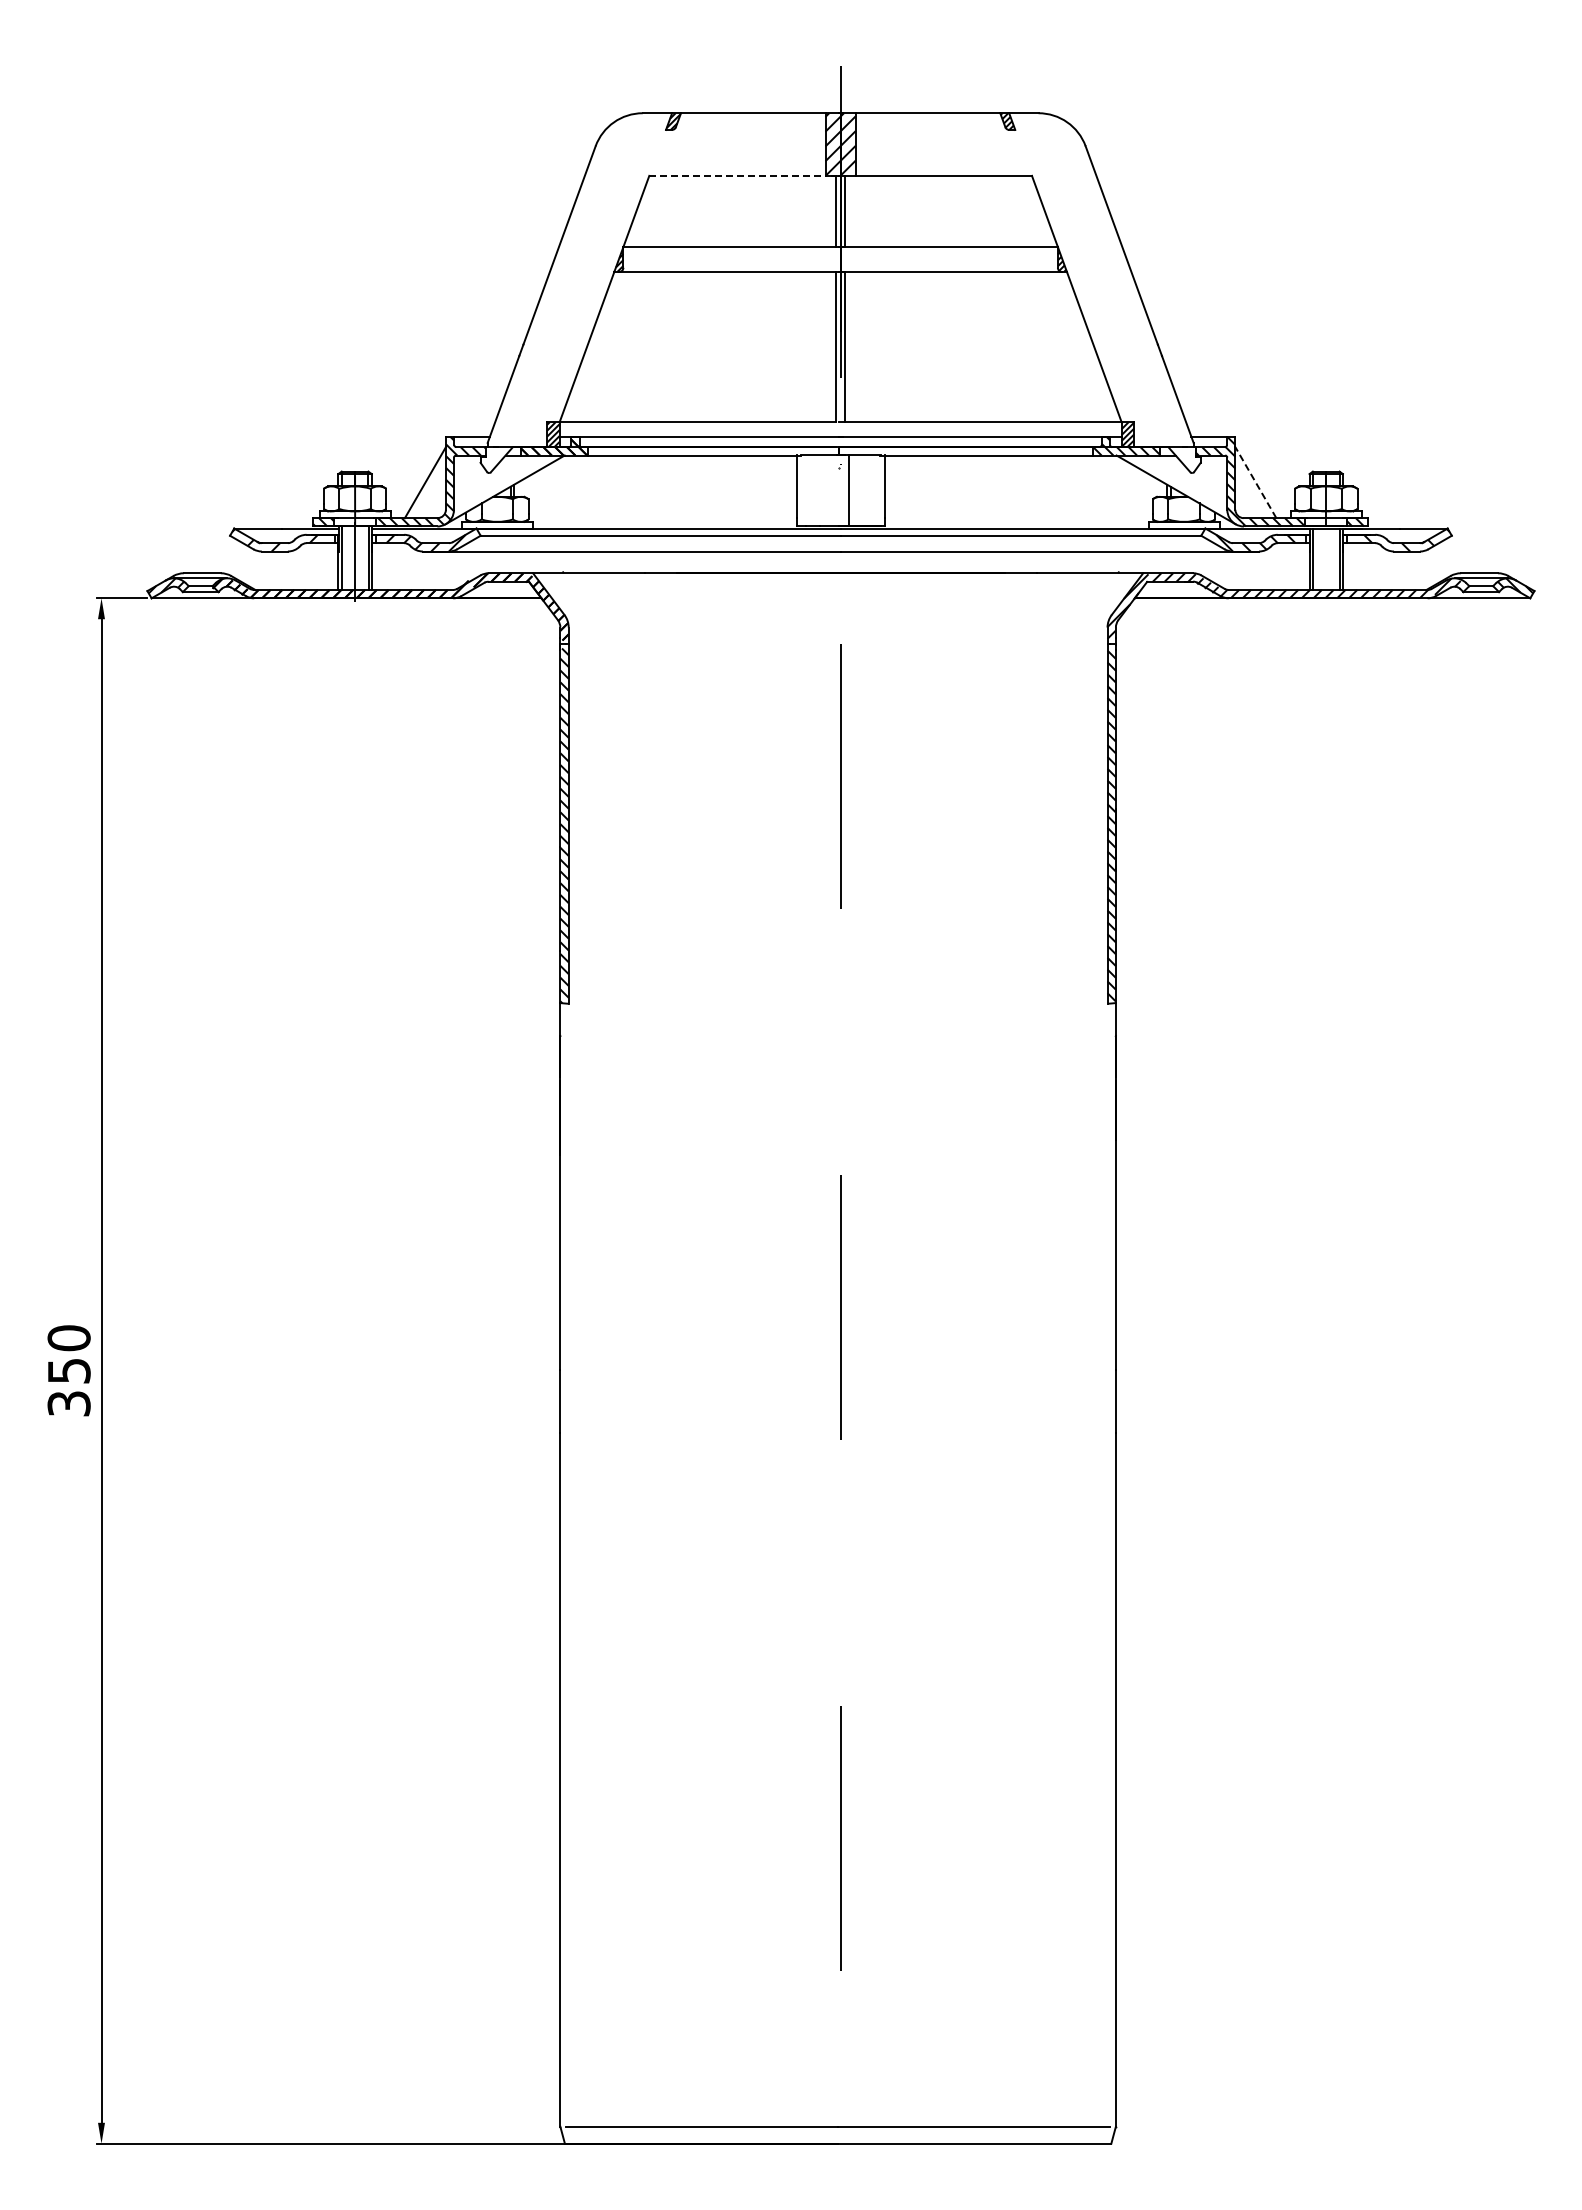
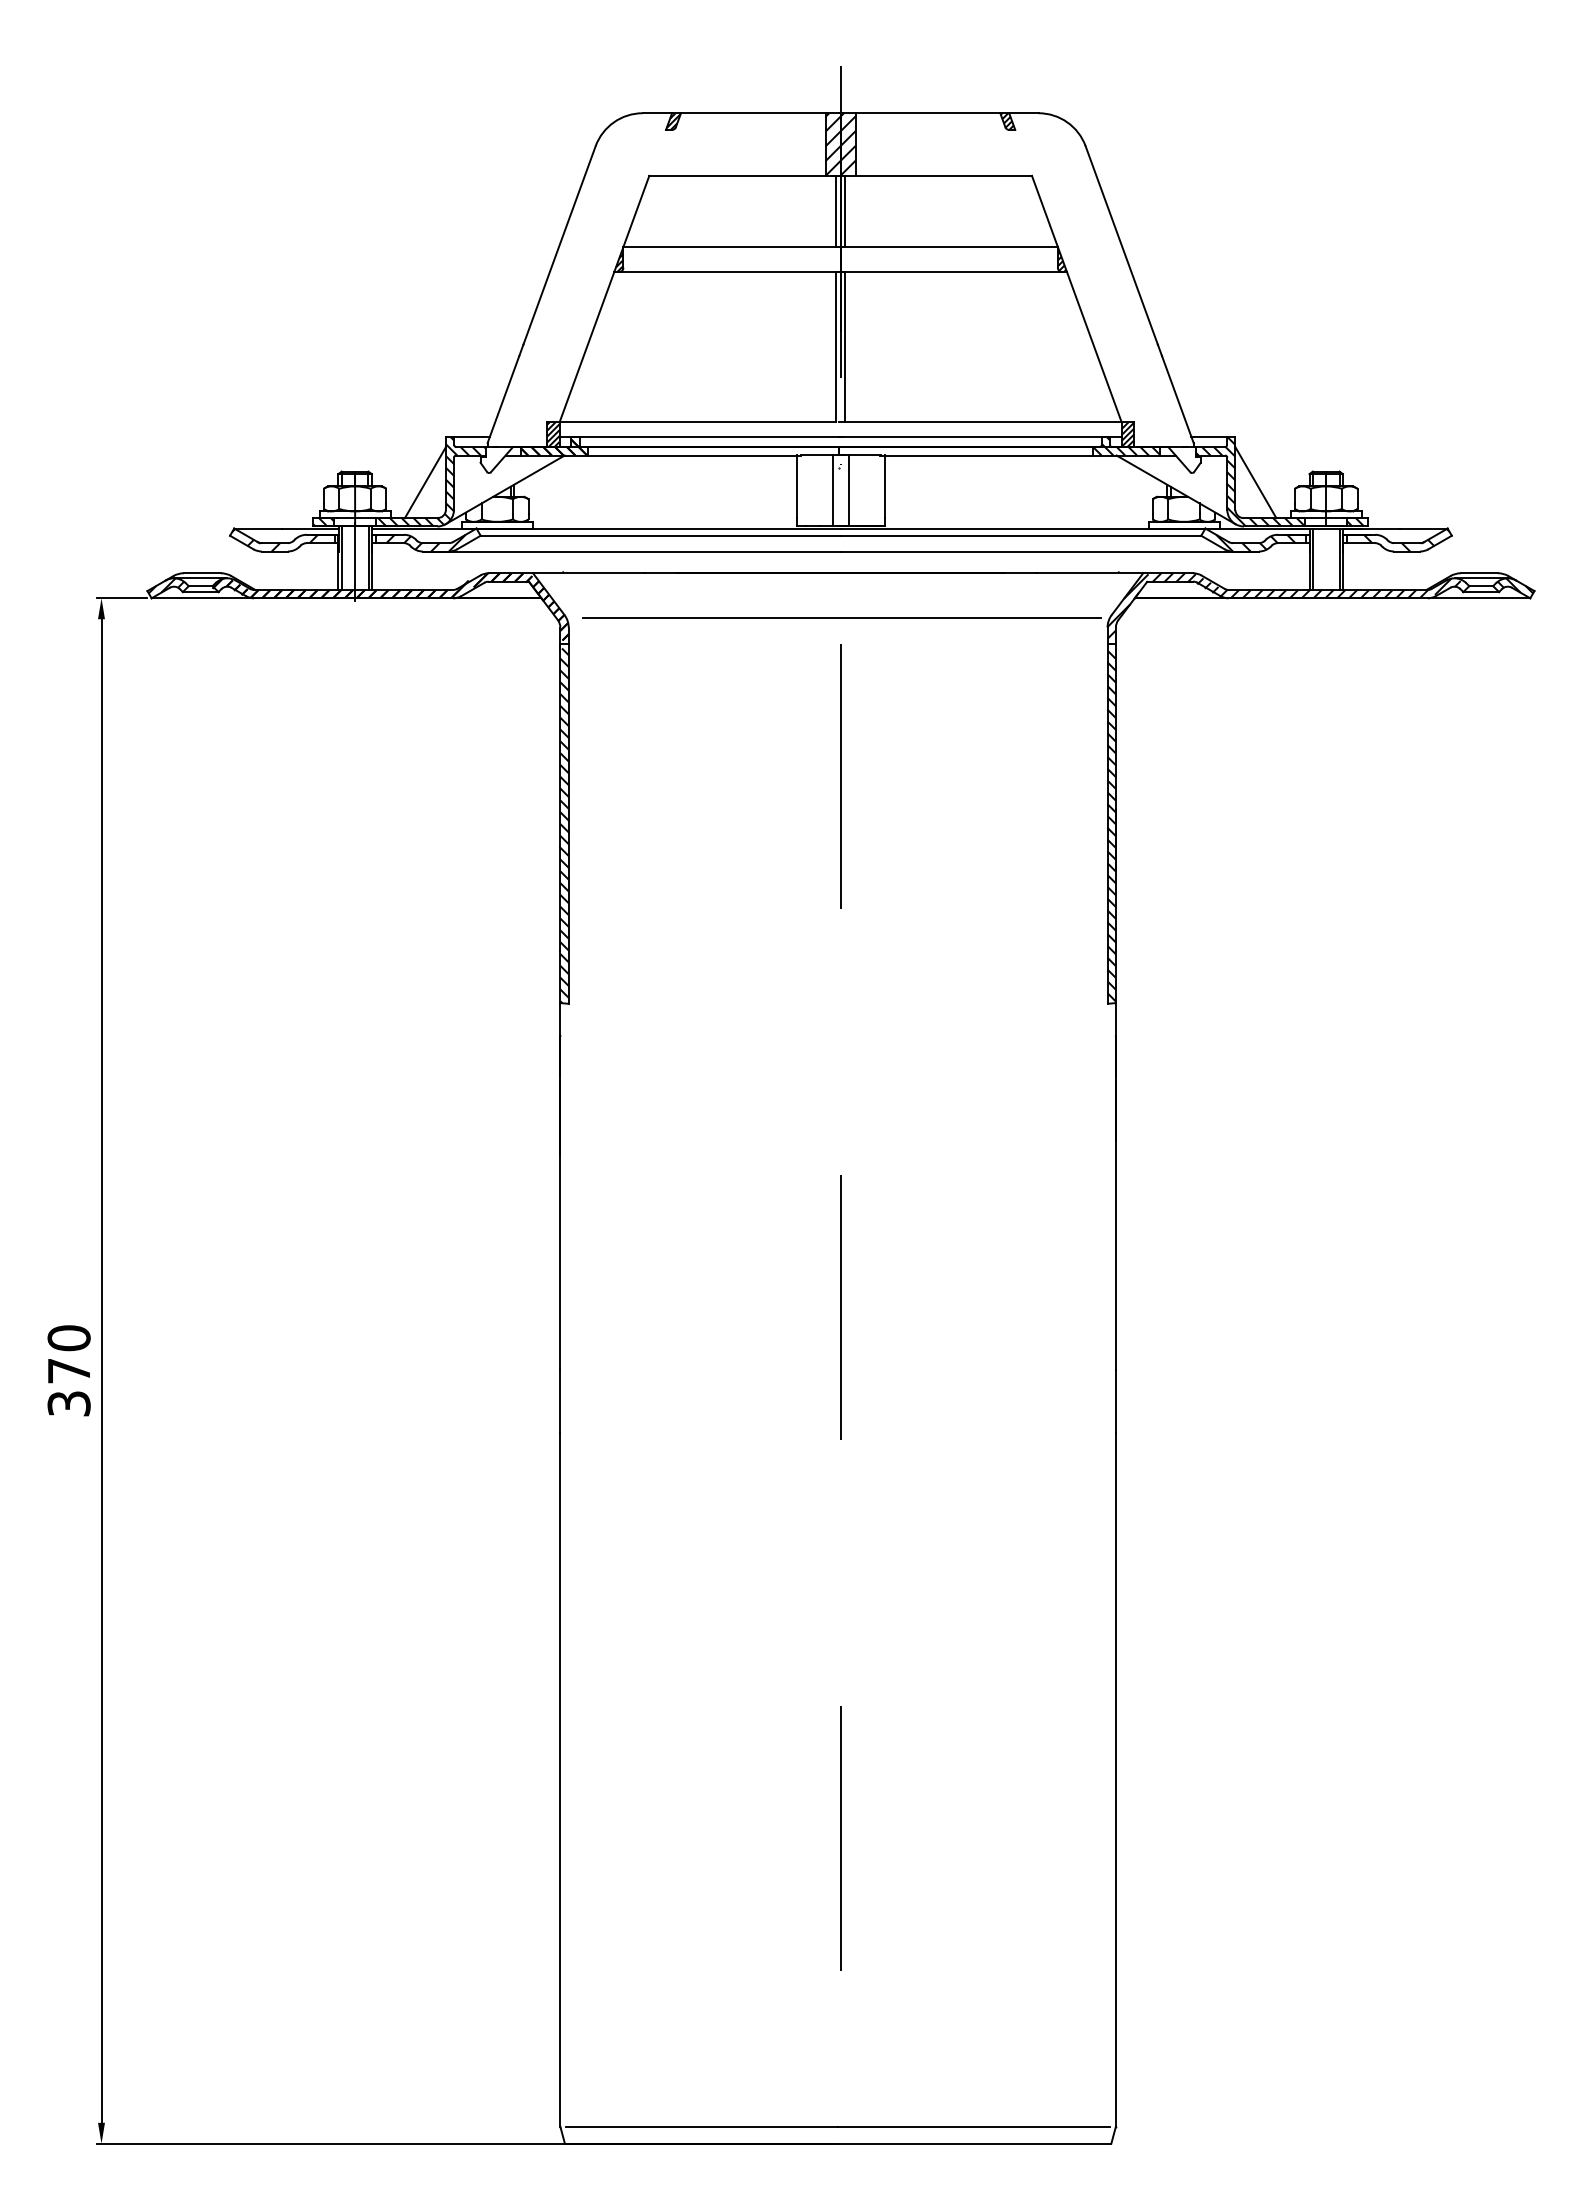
line at (737, 175): dashed -> solid
line at (1255, 482): dashed -> solid
line at (832, 490): none -> present
line at (842, 618): none -> present
text at (69, 1371): 350 -> 370
